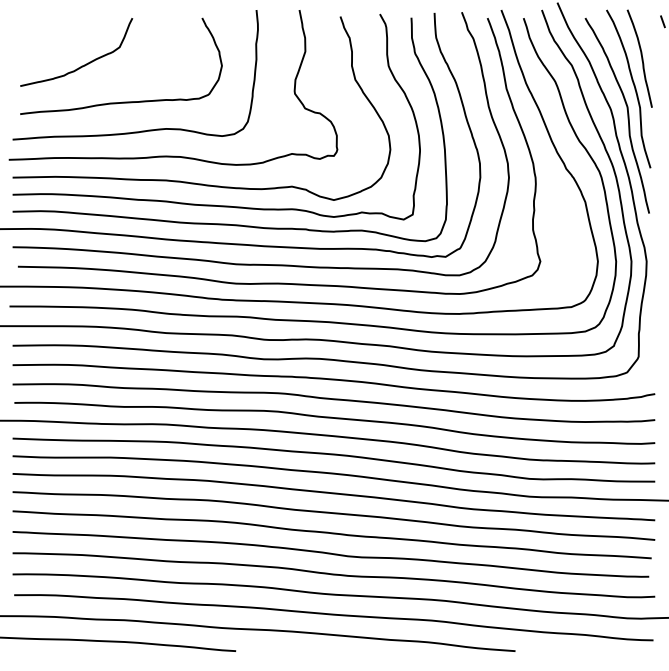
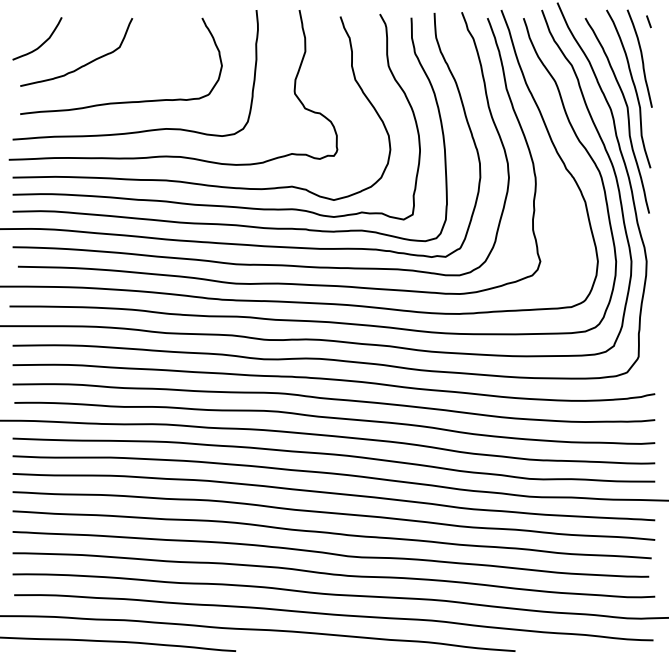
line at (662, 21) position: (662, 21) -> (648, 21)
curve at (40, 44): none -> present
